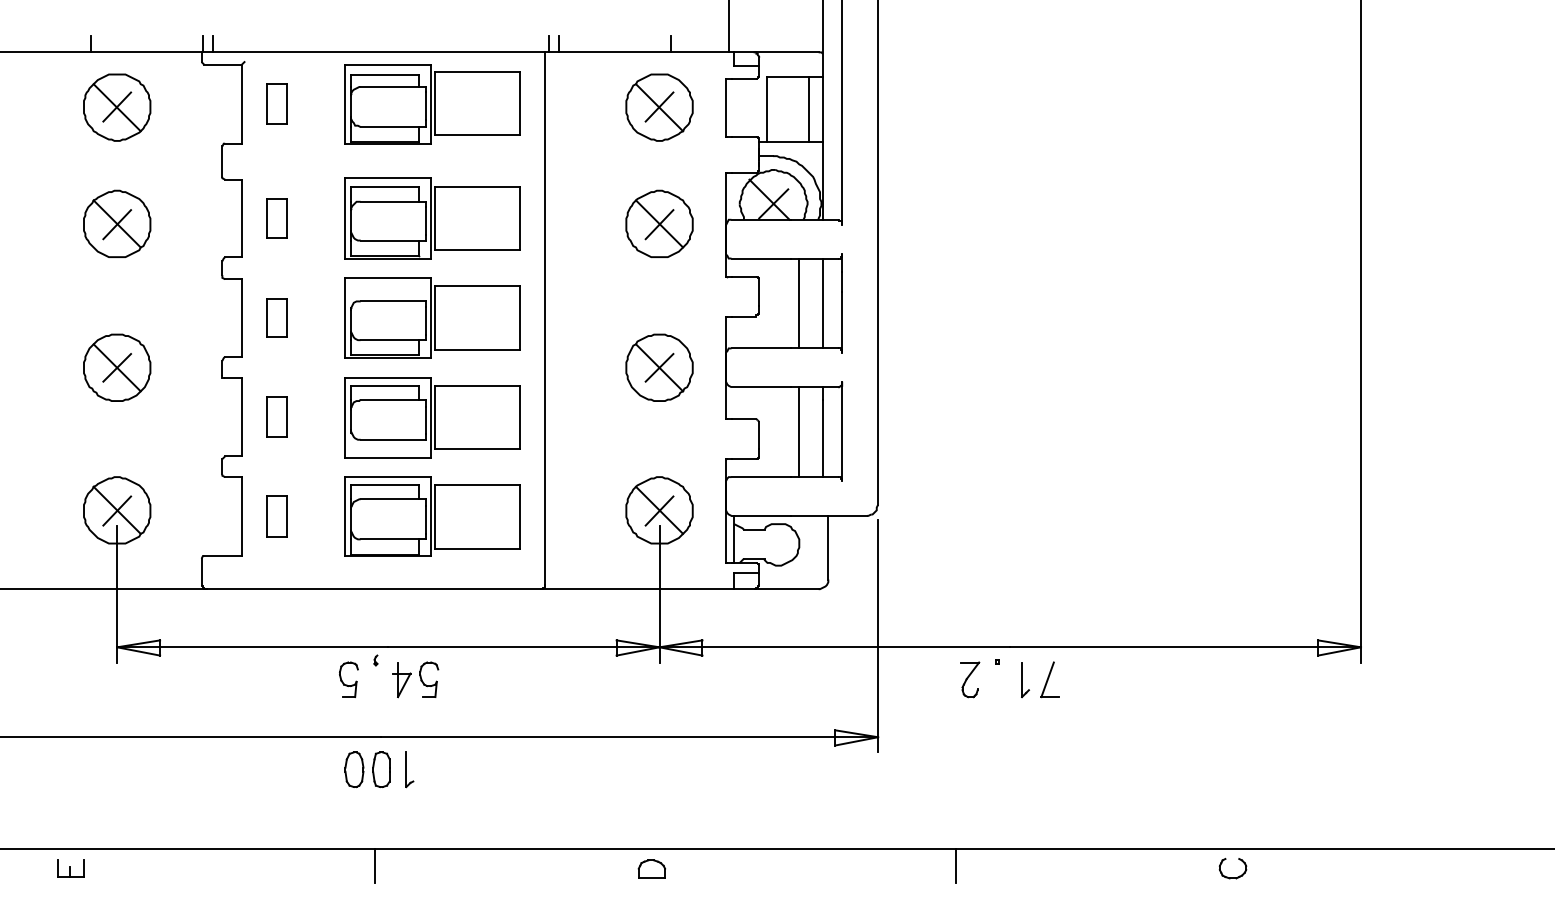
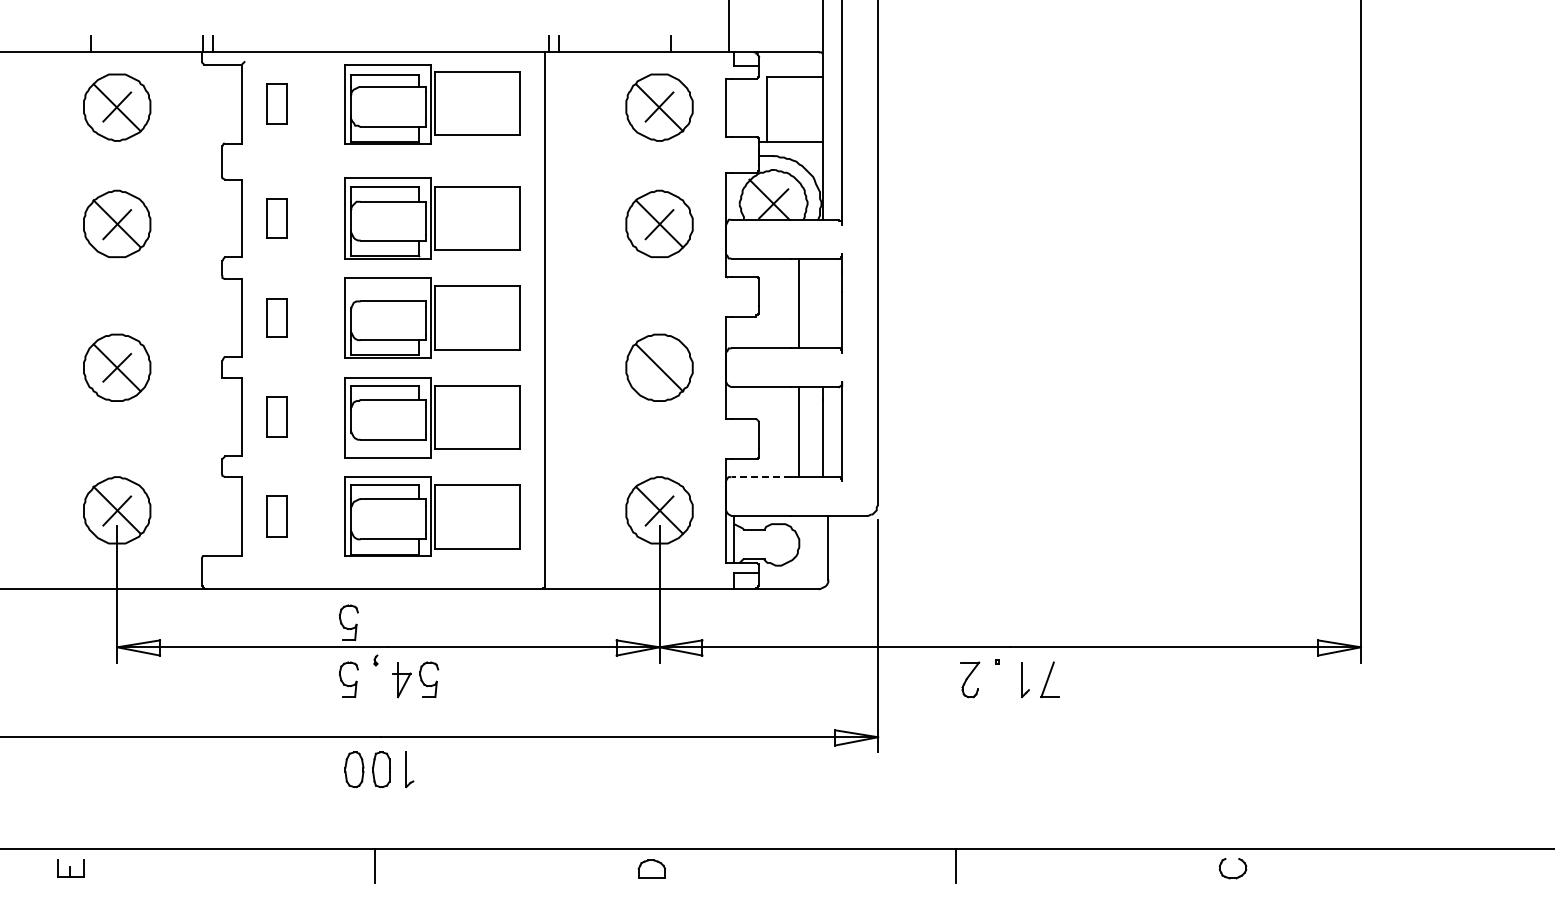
line at (808, 109): present -> none
line at (822, 303): present -> none
line at (659, 367): present -> none
line at (761, 477): solid -> dashed
part at (348, 622): none -> present
